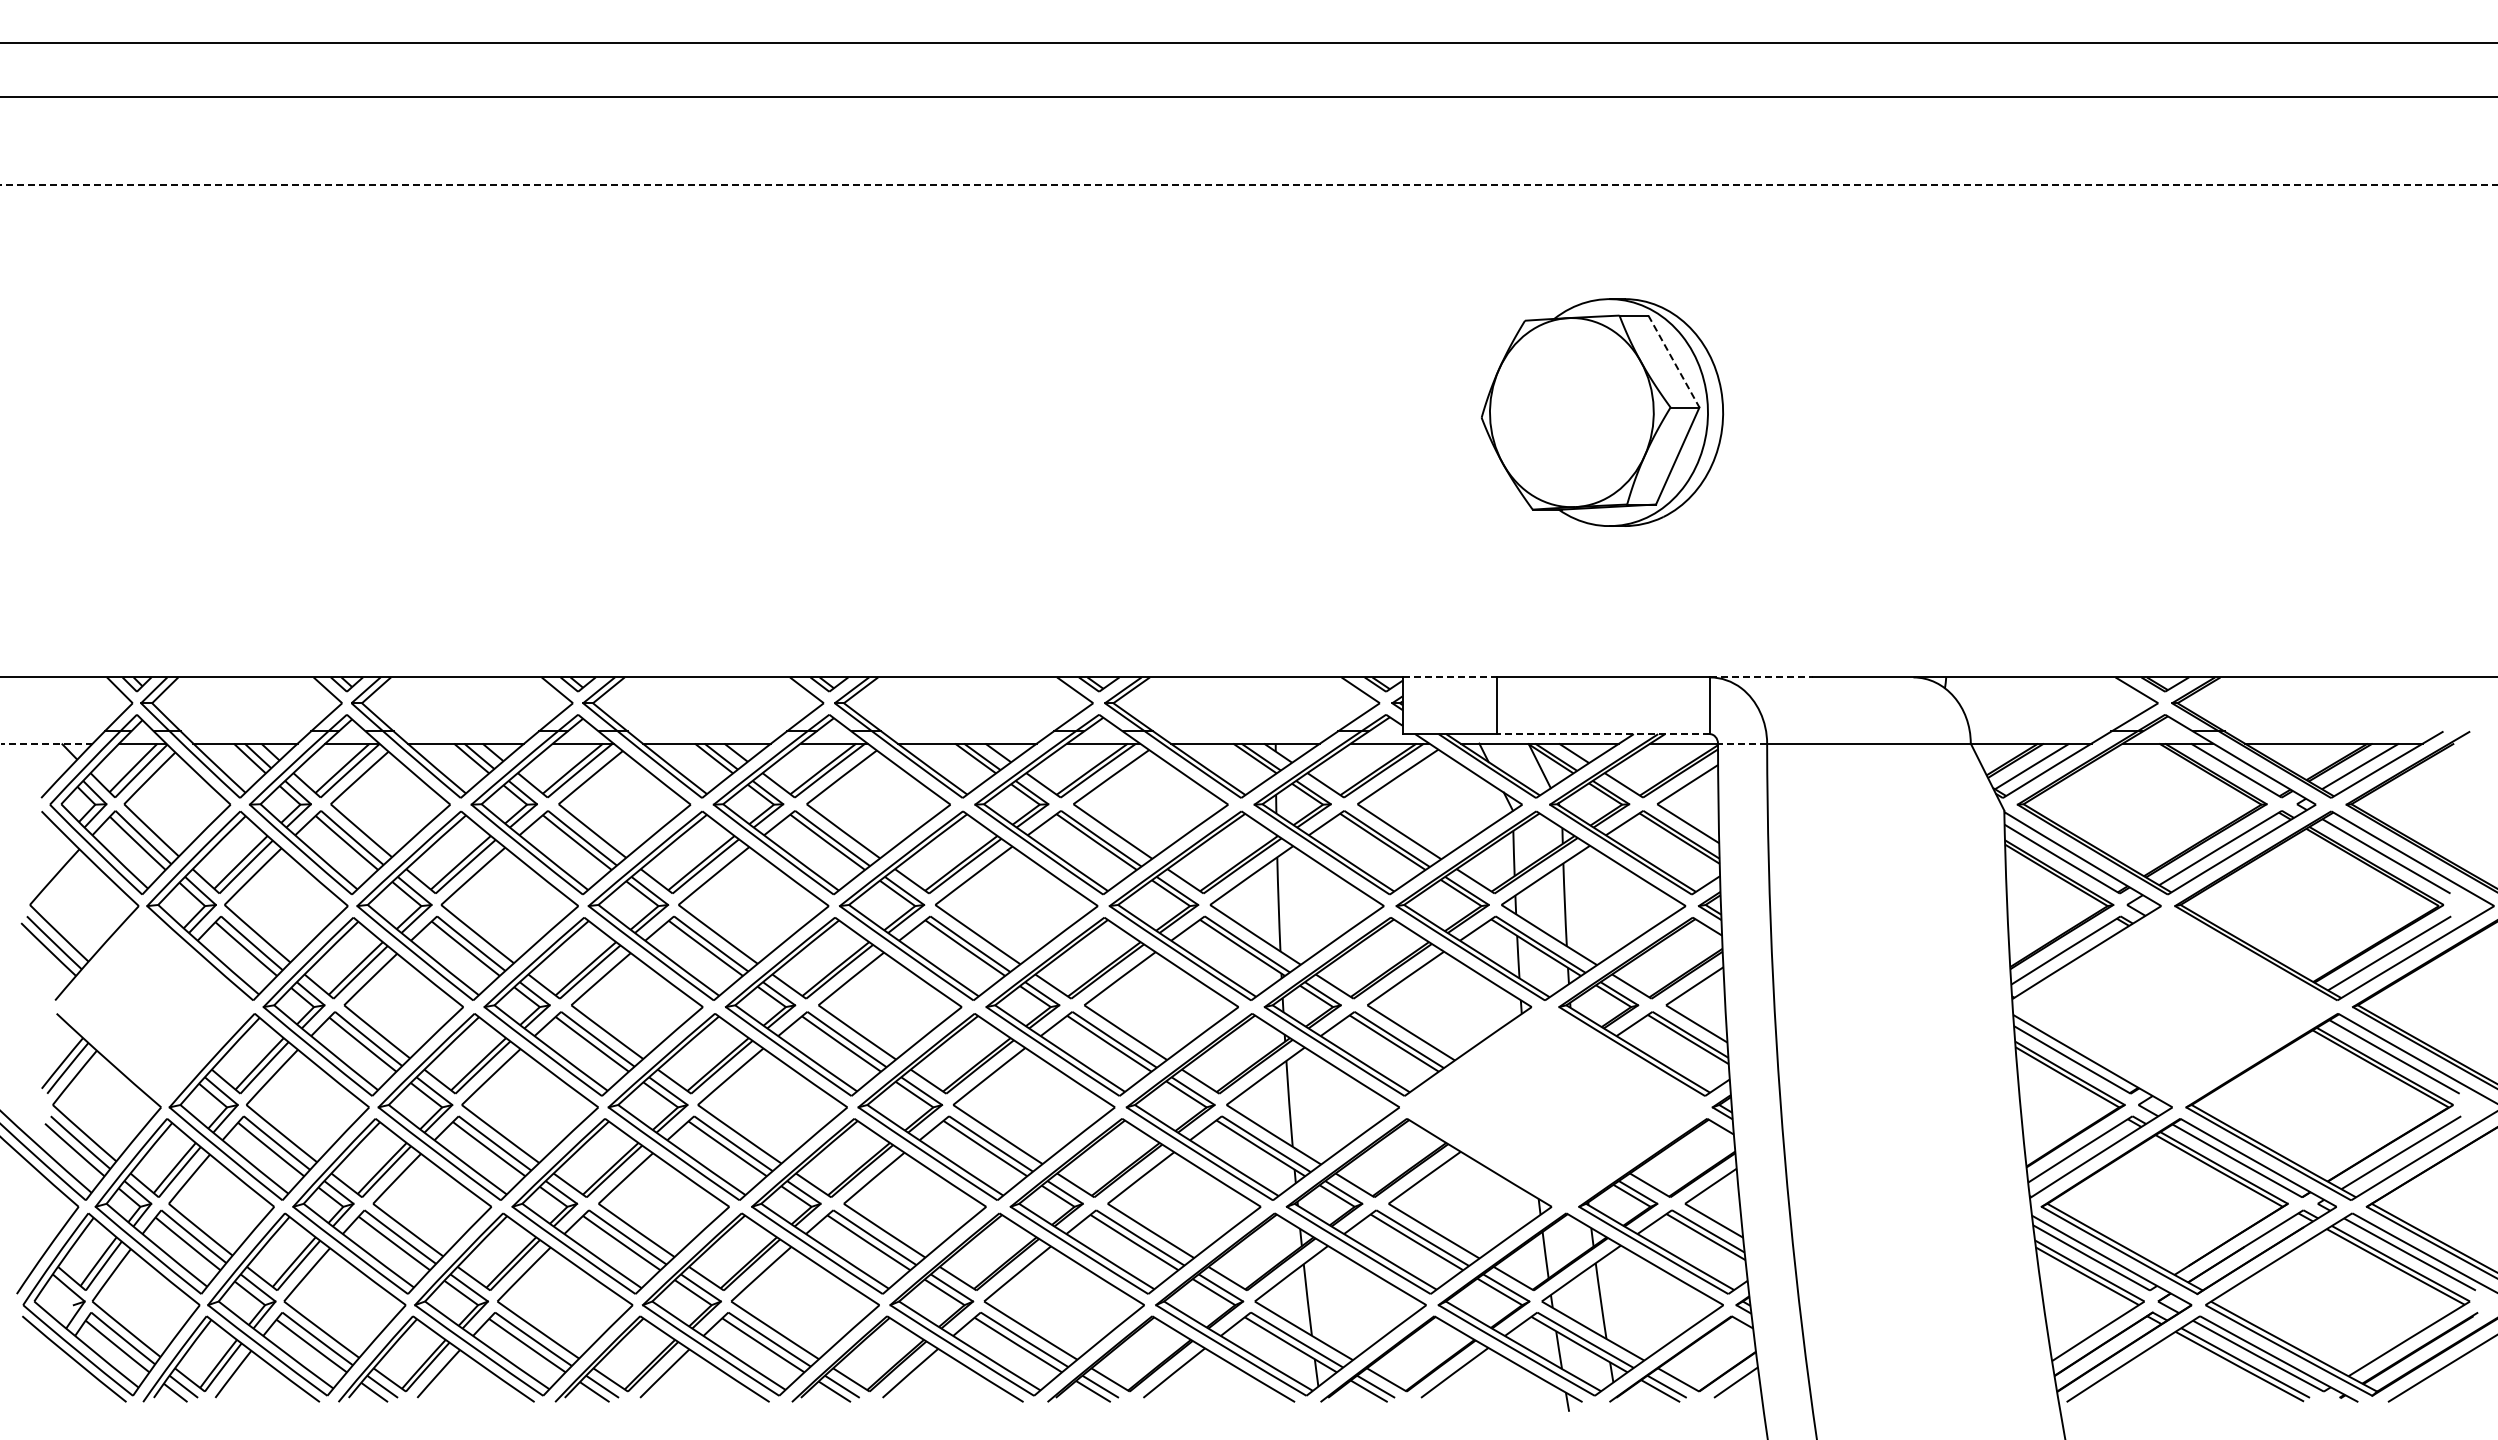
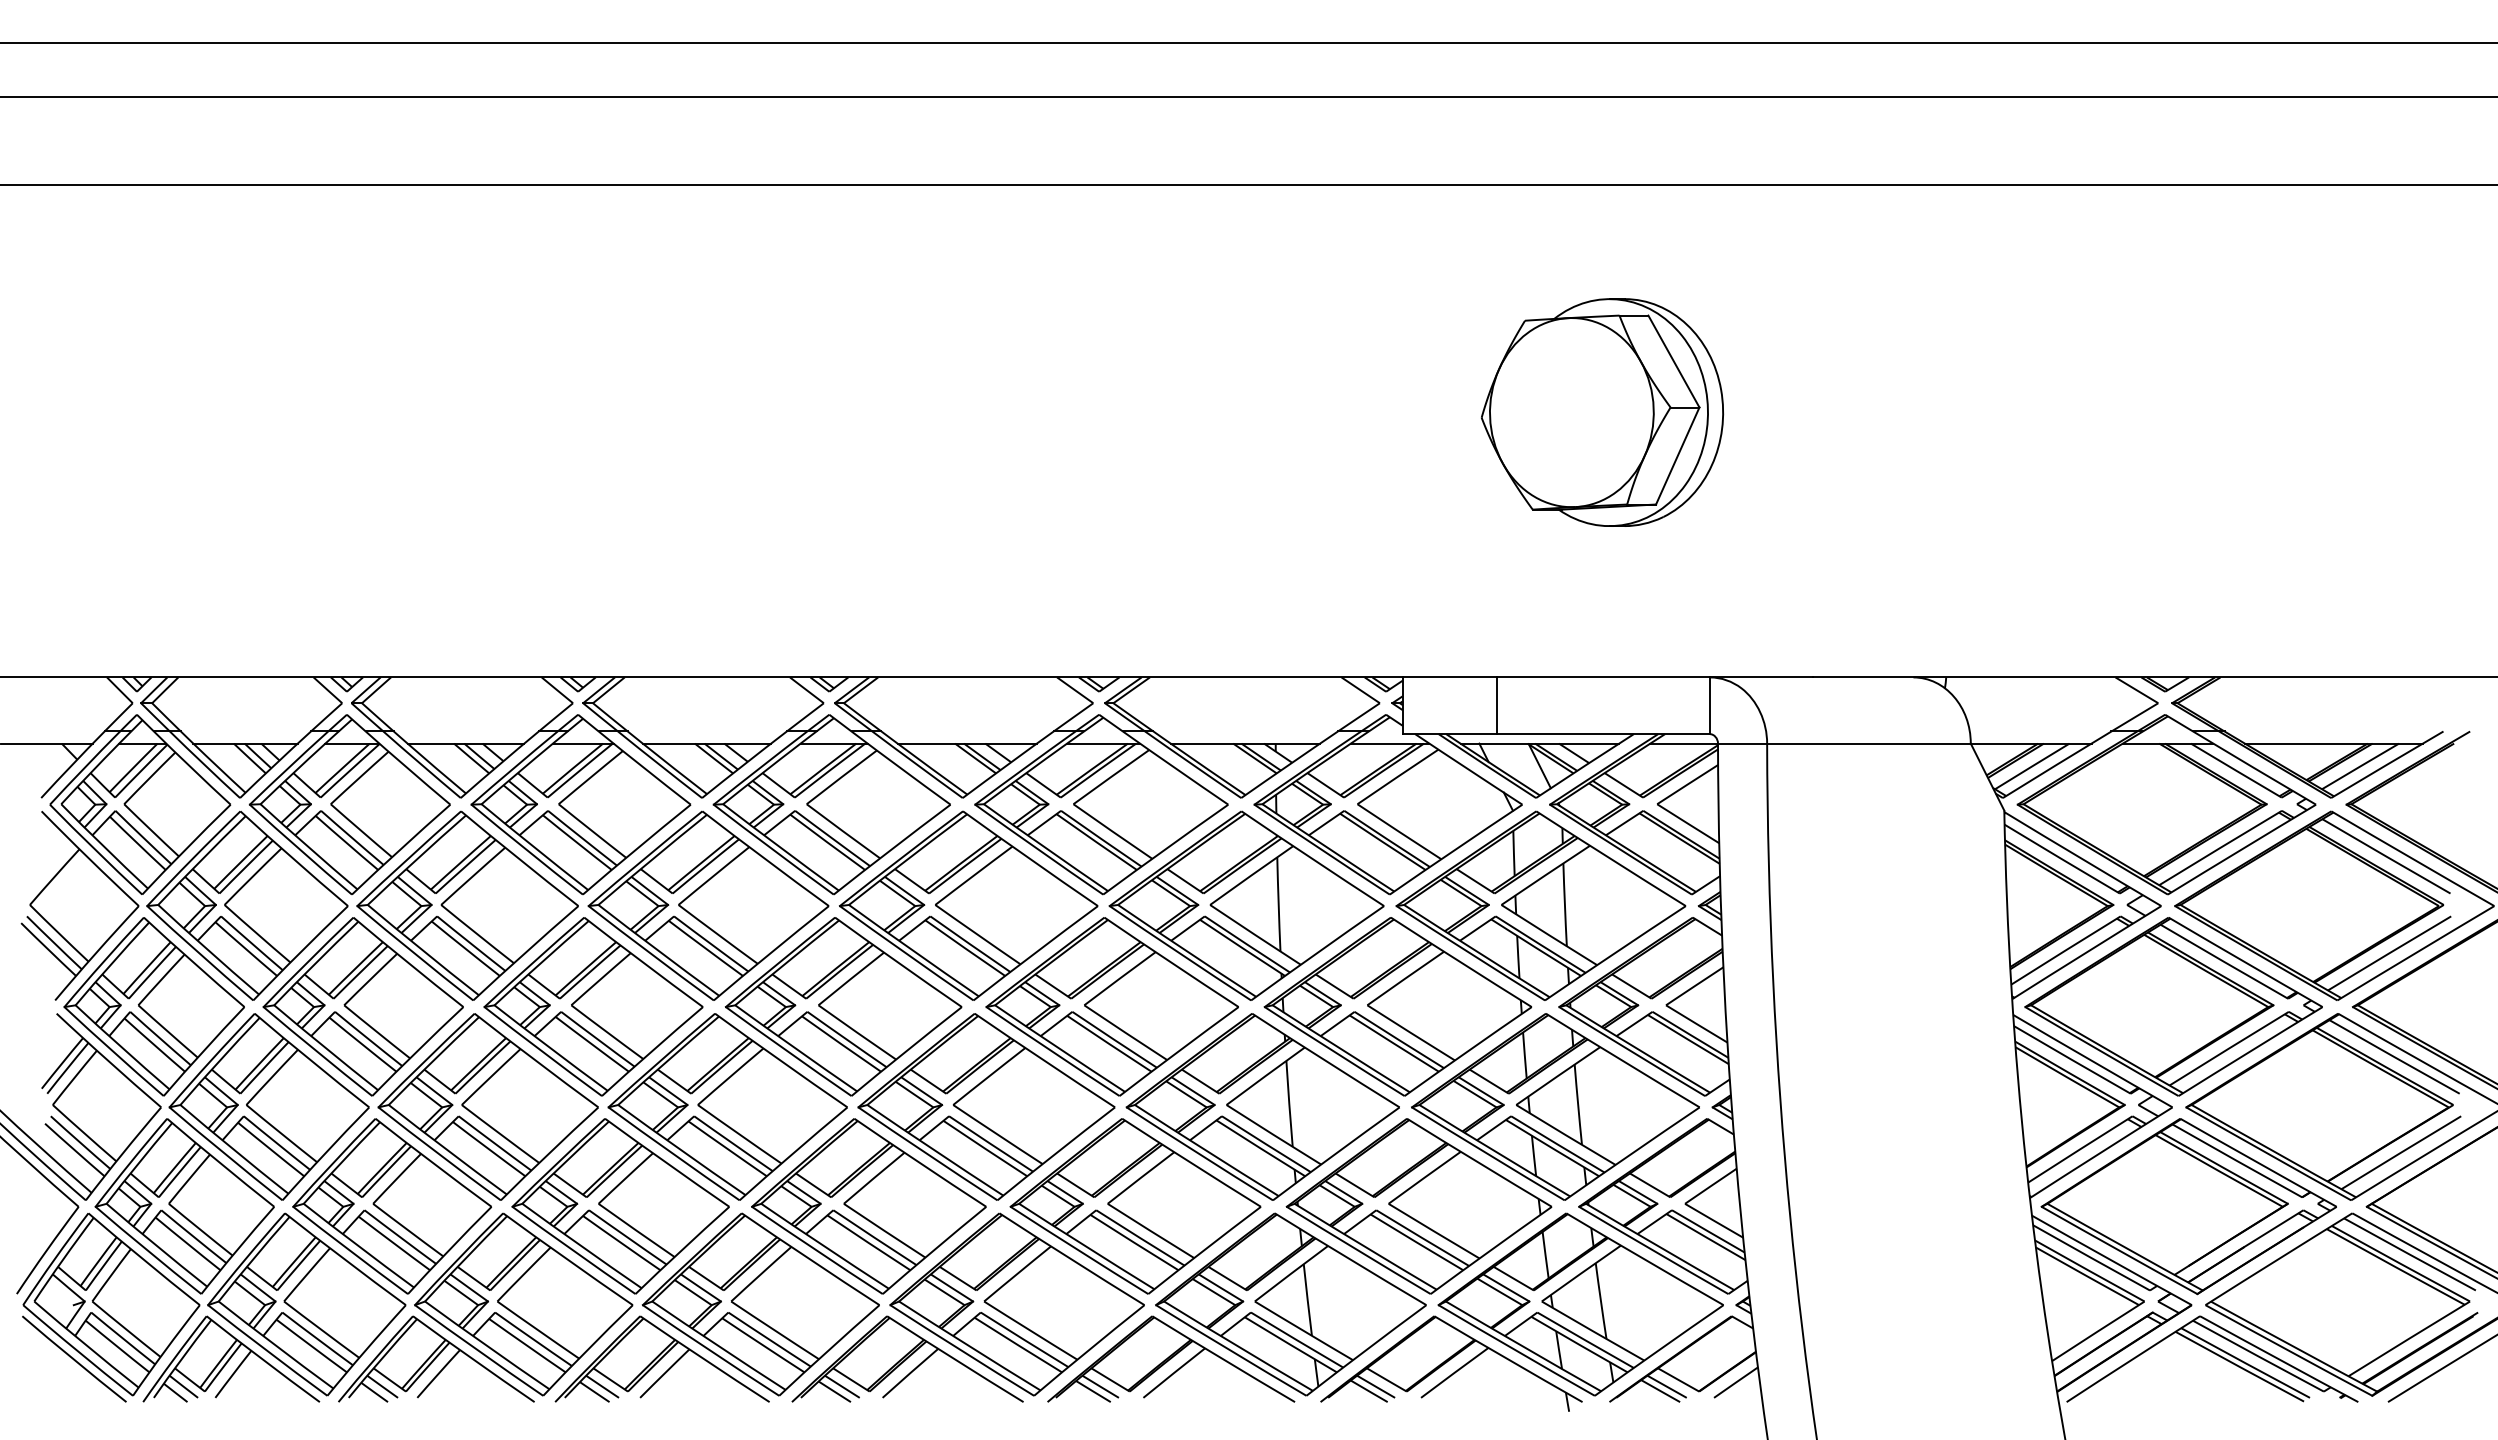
line at (1248, 185): dashed -> solid
line at (1673, 361): dashed -> solid
line at (1450, 677): dashed -> solid
line at (1761, 677): dashed -> solid
line at (1603, 734): dashed -> solid
line at (46, 743): dashed -> solid
line at (1742, 743): dashed -> solid
part at (153, 1006): none -> present
part at (2173, 1006): none -> present
part at (1555, 1106): none -> present
